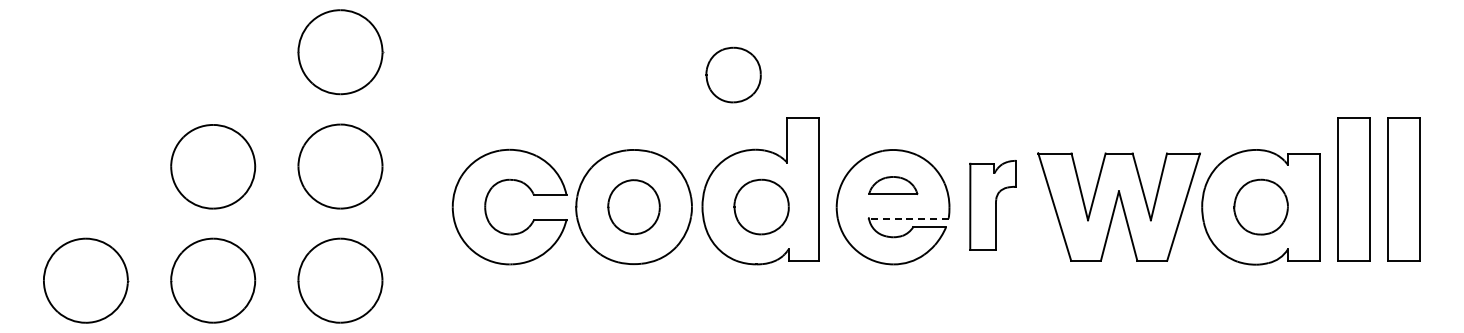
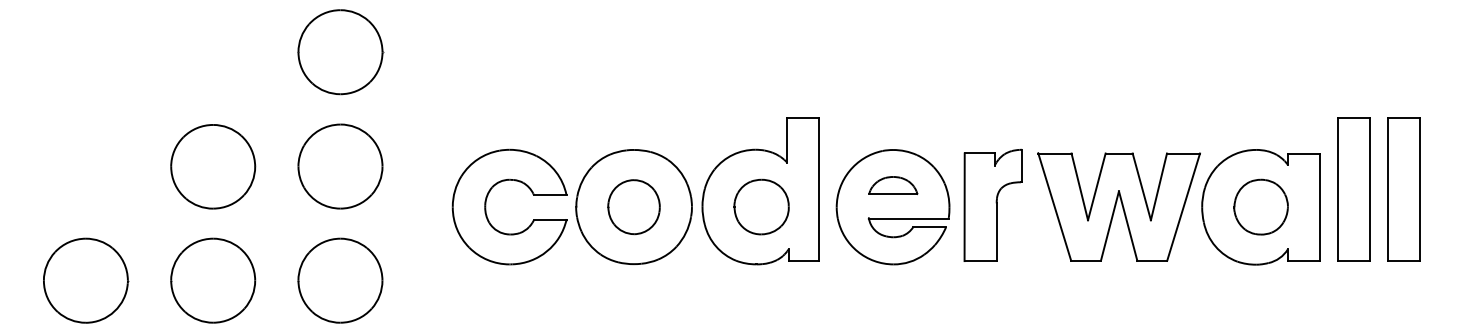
part at (733, 74): present -> none
part at (992, 205) size: 48x91 px -> 60x114 px
line at (908, 218): dashed -> solid
